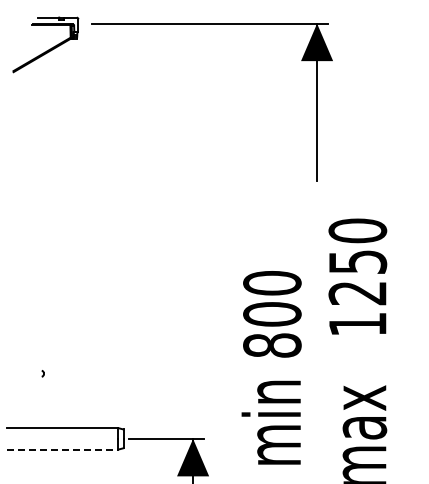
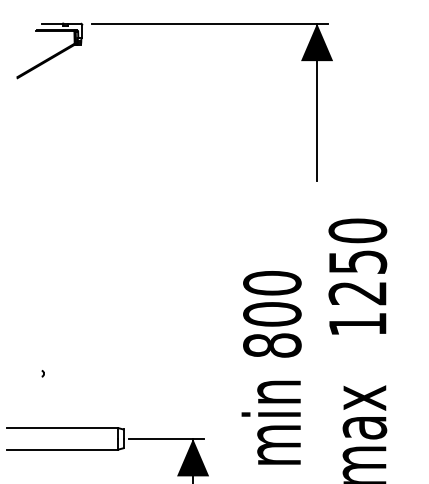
part at (45, 44) position: (45, 44) -> (49, 50)
line at (62, 449): dashed -> solid
